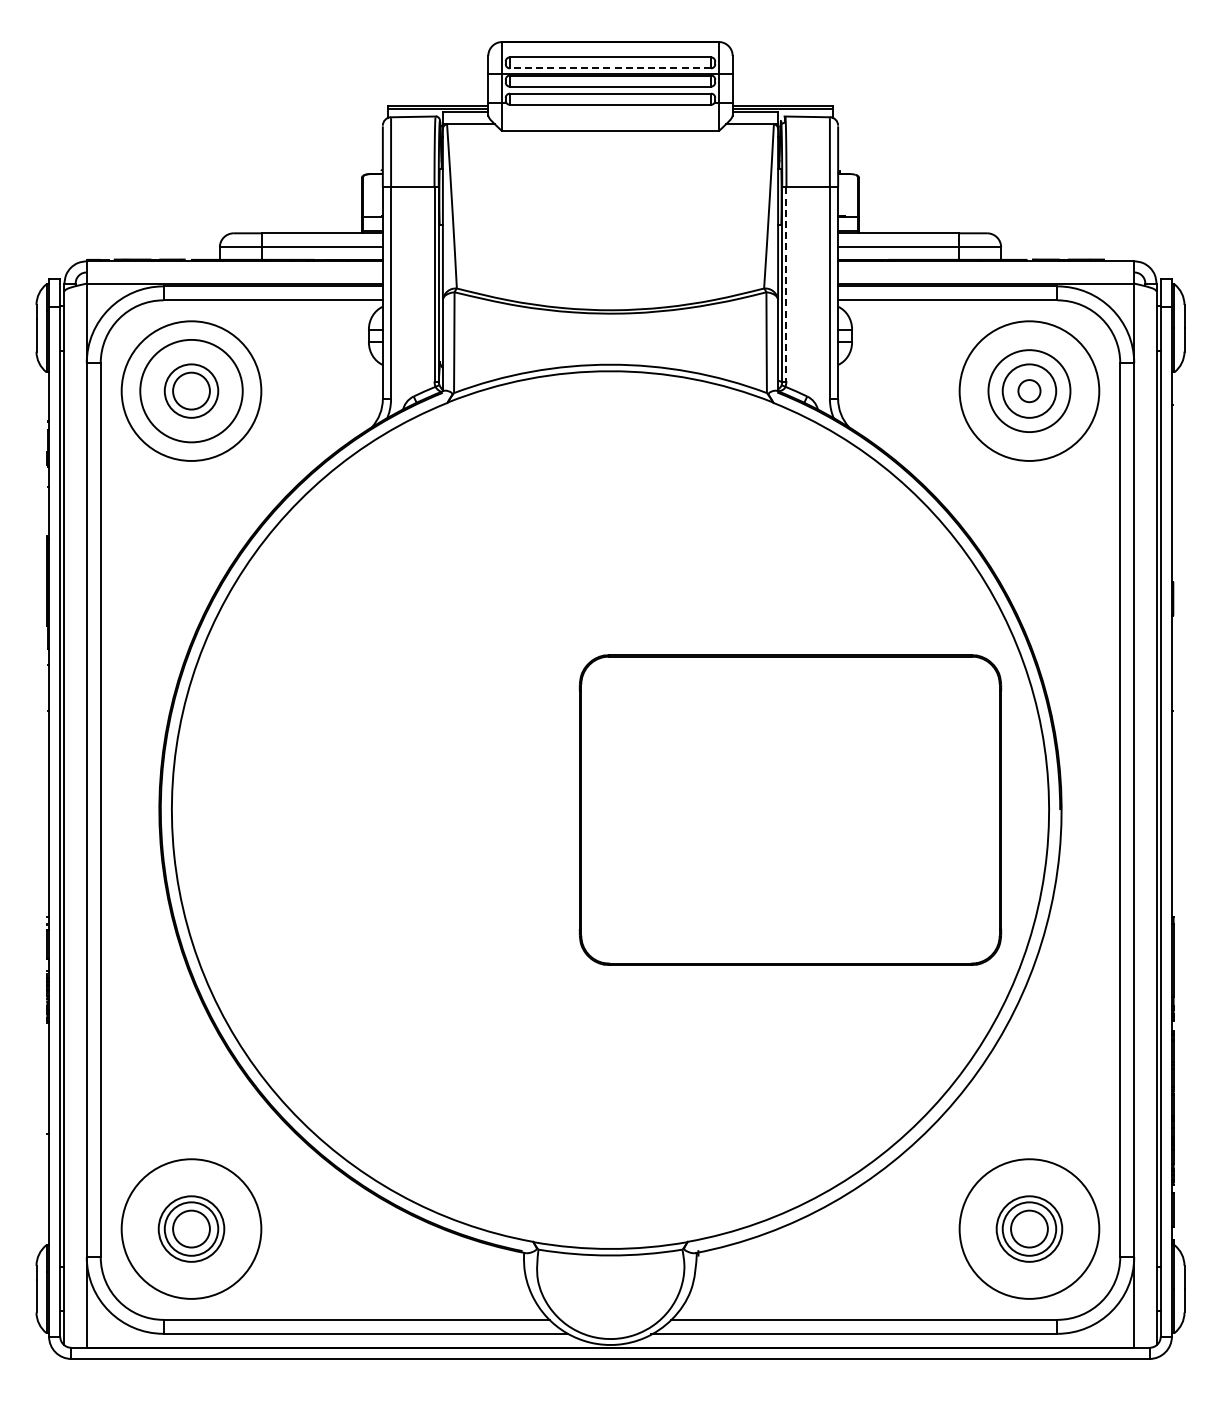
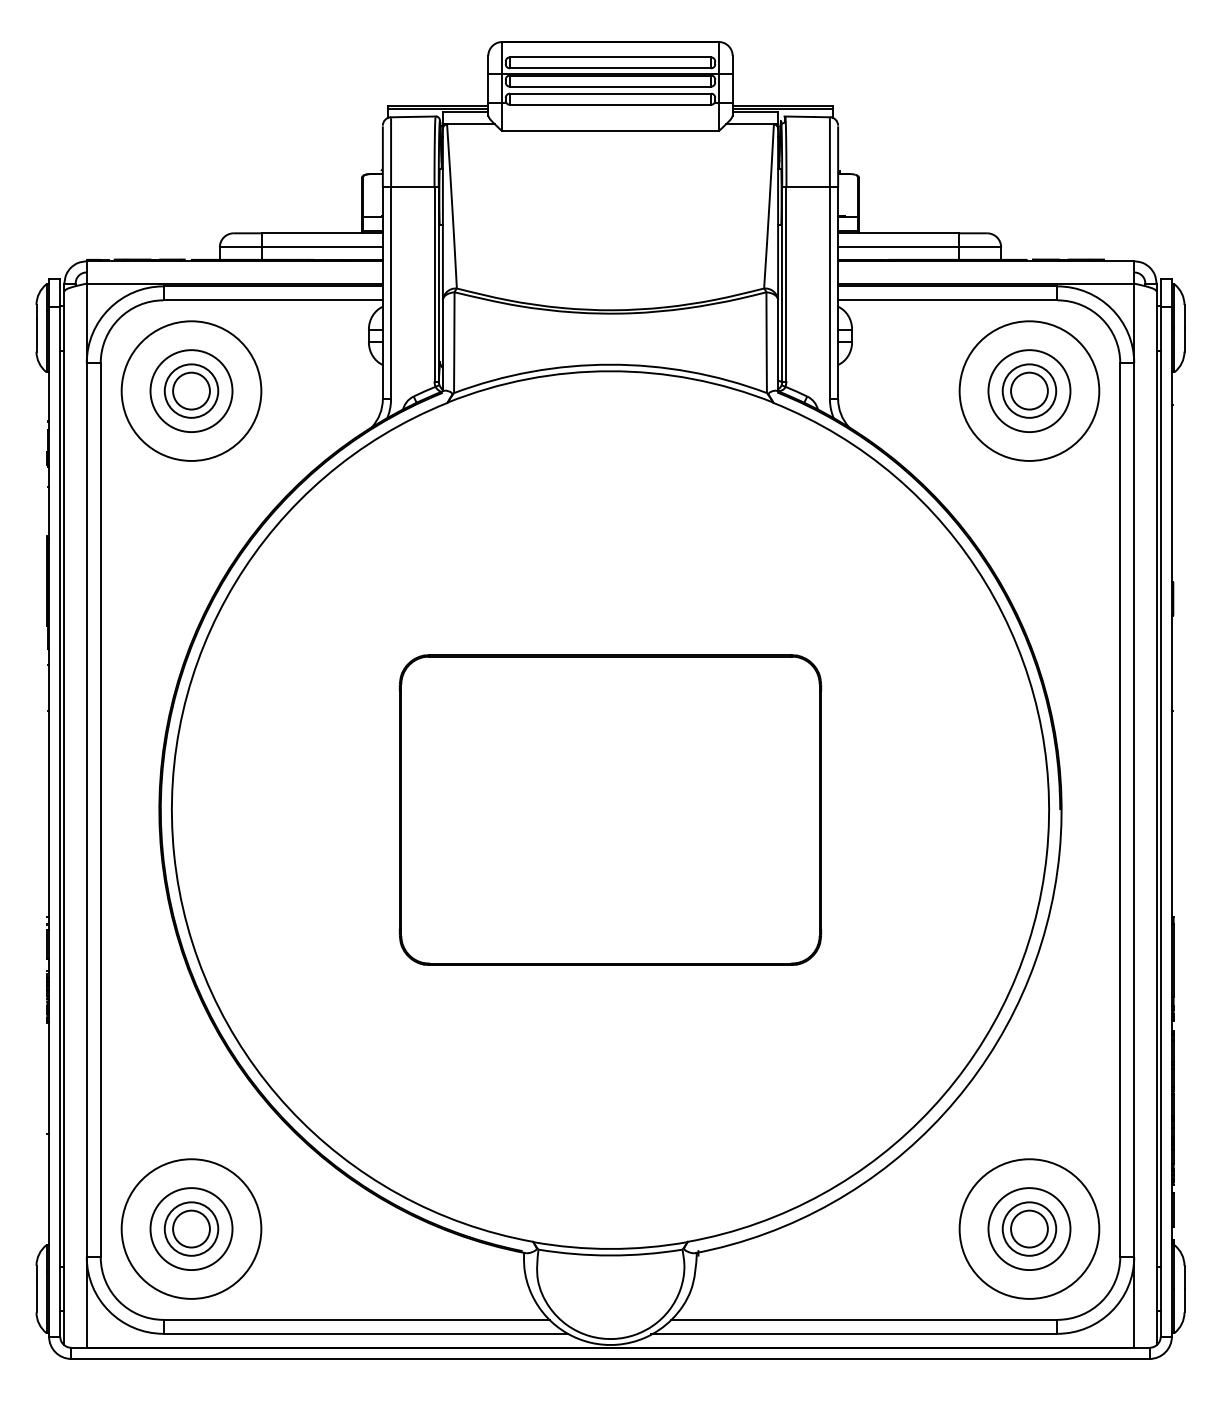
line at (610, 68): dashed -> solid
line at (786, 285): dashed -> solid
circle at (191, 390) diameter: 102 px -> 82 px
circle at (1029, 391) diameter: 22 px -> 37 px
part at (790, 809) position: (790, 809) -> (610, 809)
circle at (191, 1228) diameter: 66 px -> 82 px
circle at (1029, 1228) diameter: 66 px -> 82 px
